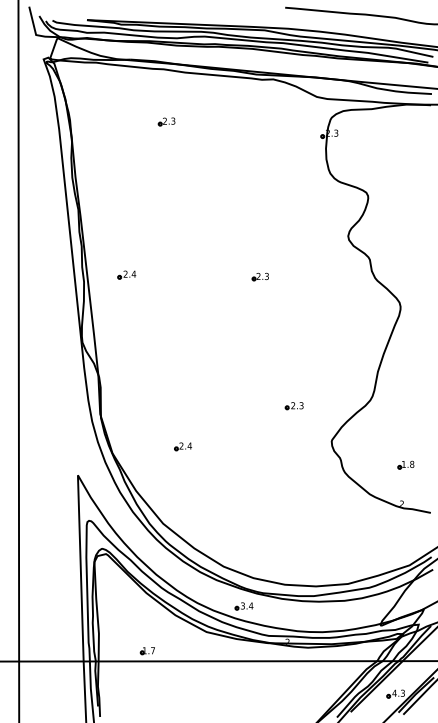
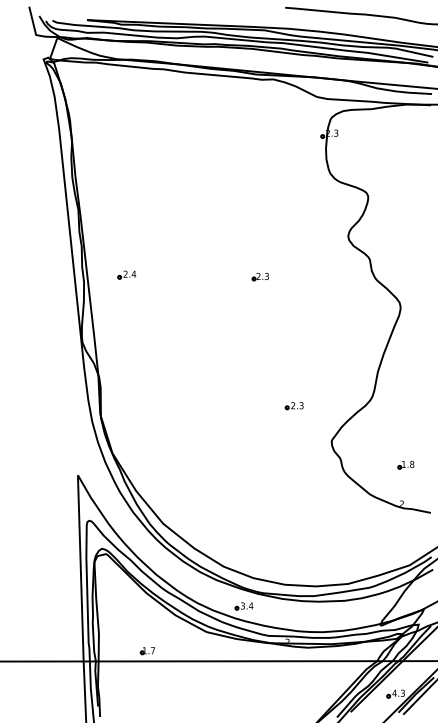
part at (166, 121): present -> none
line at (18, 360): present -> none
part at (182, 446): present -> none
